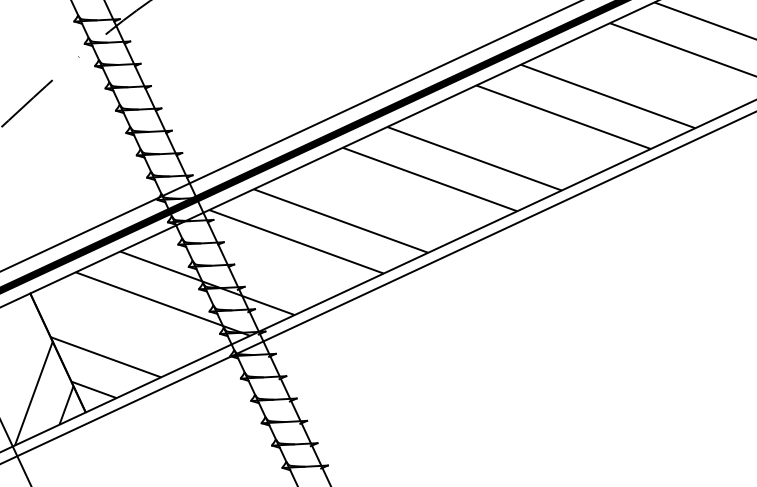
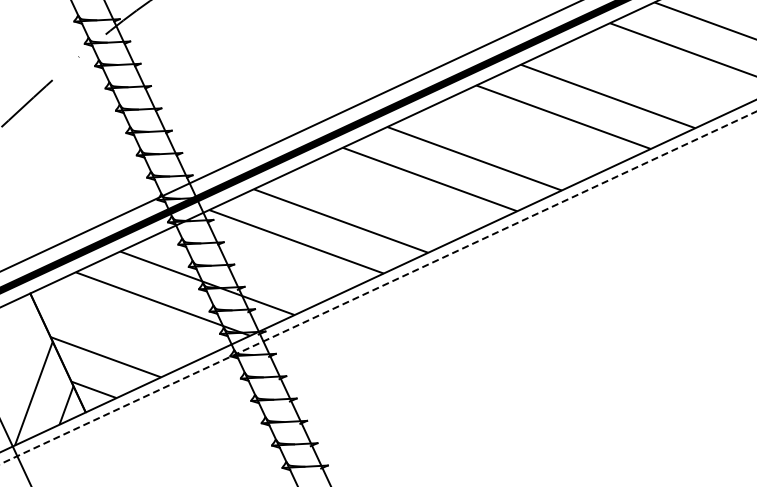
line at (378, 287): solid -> dashed
